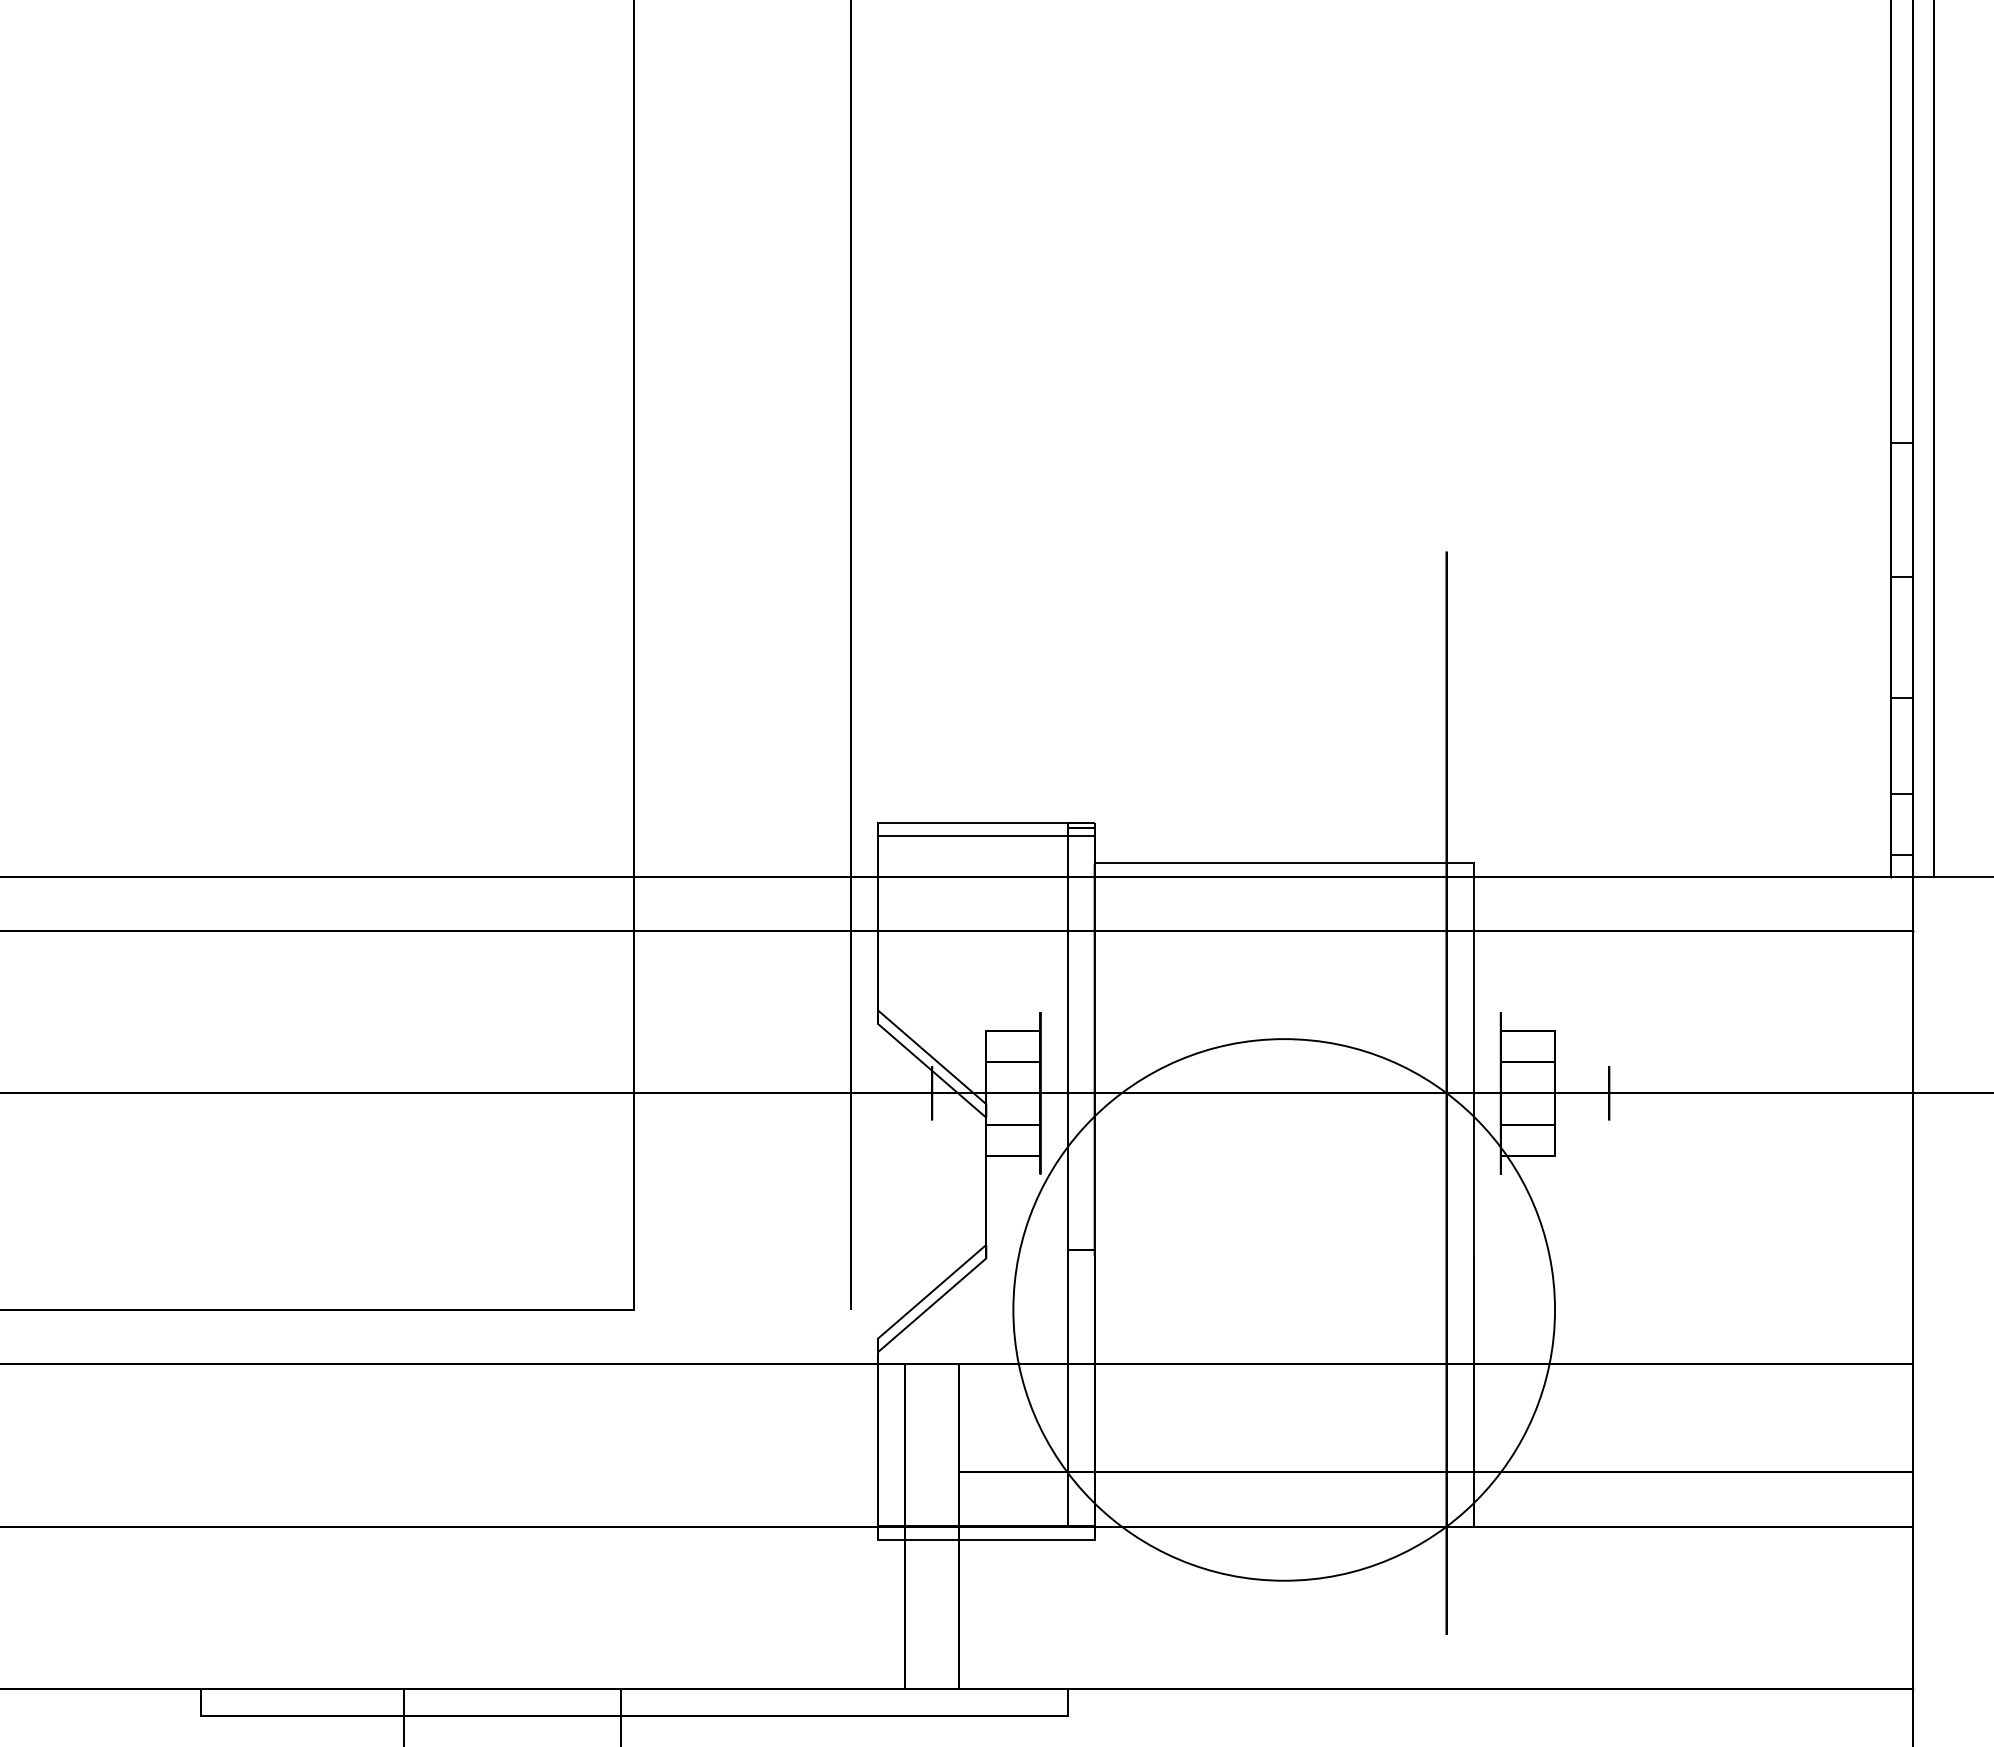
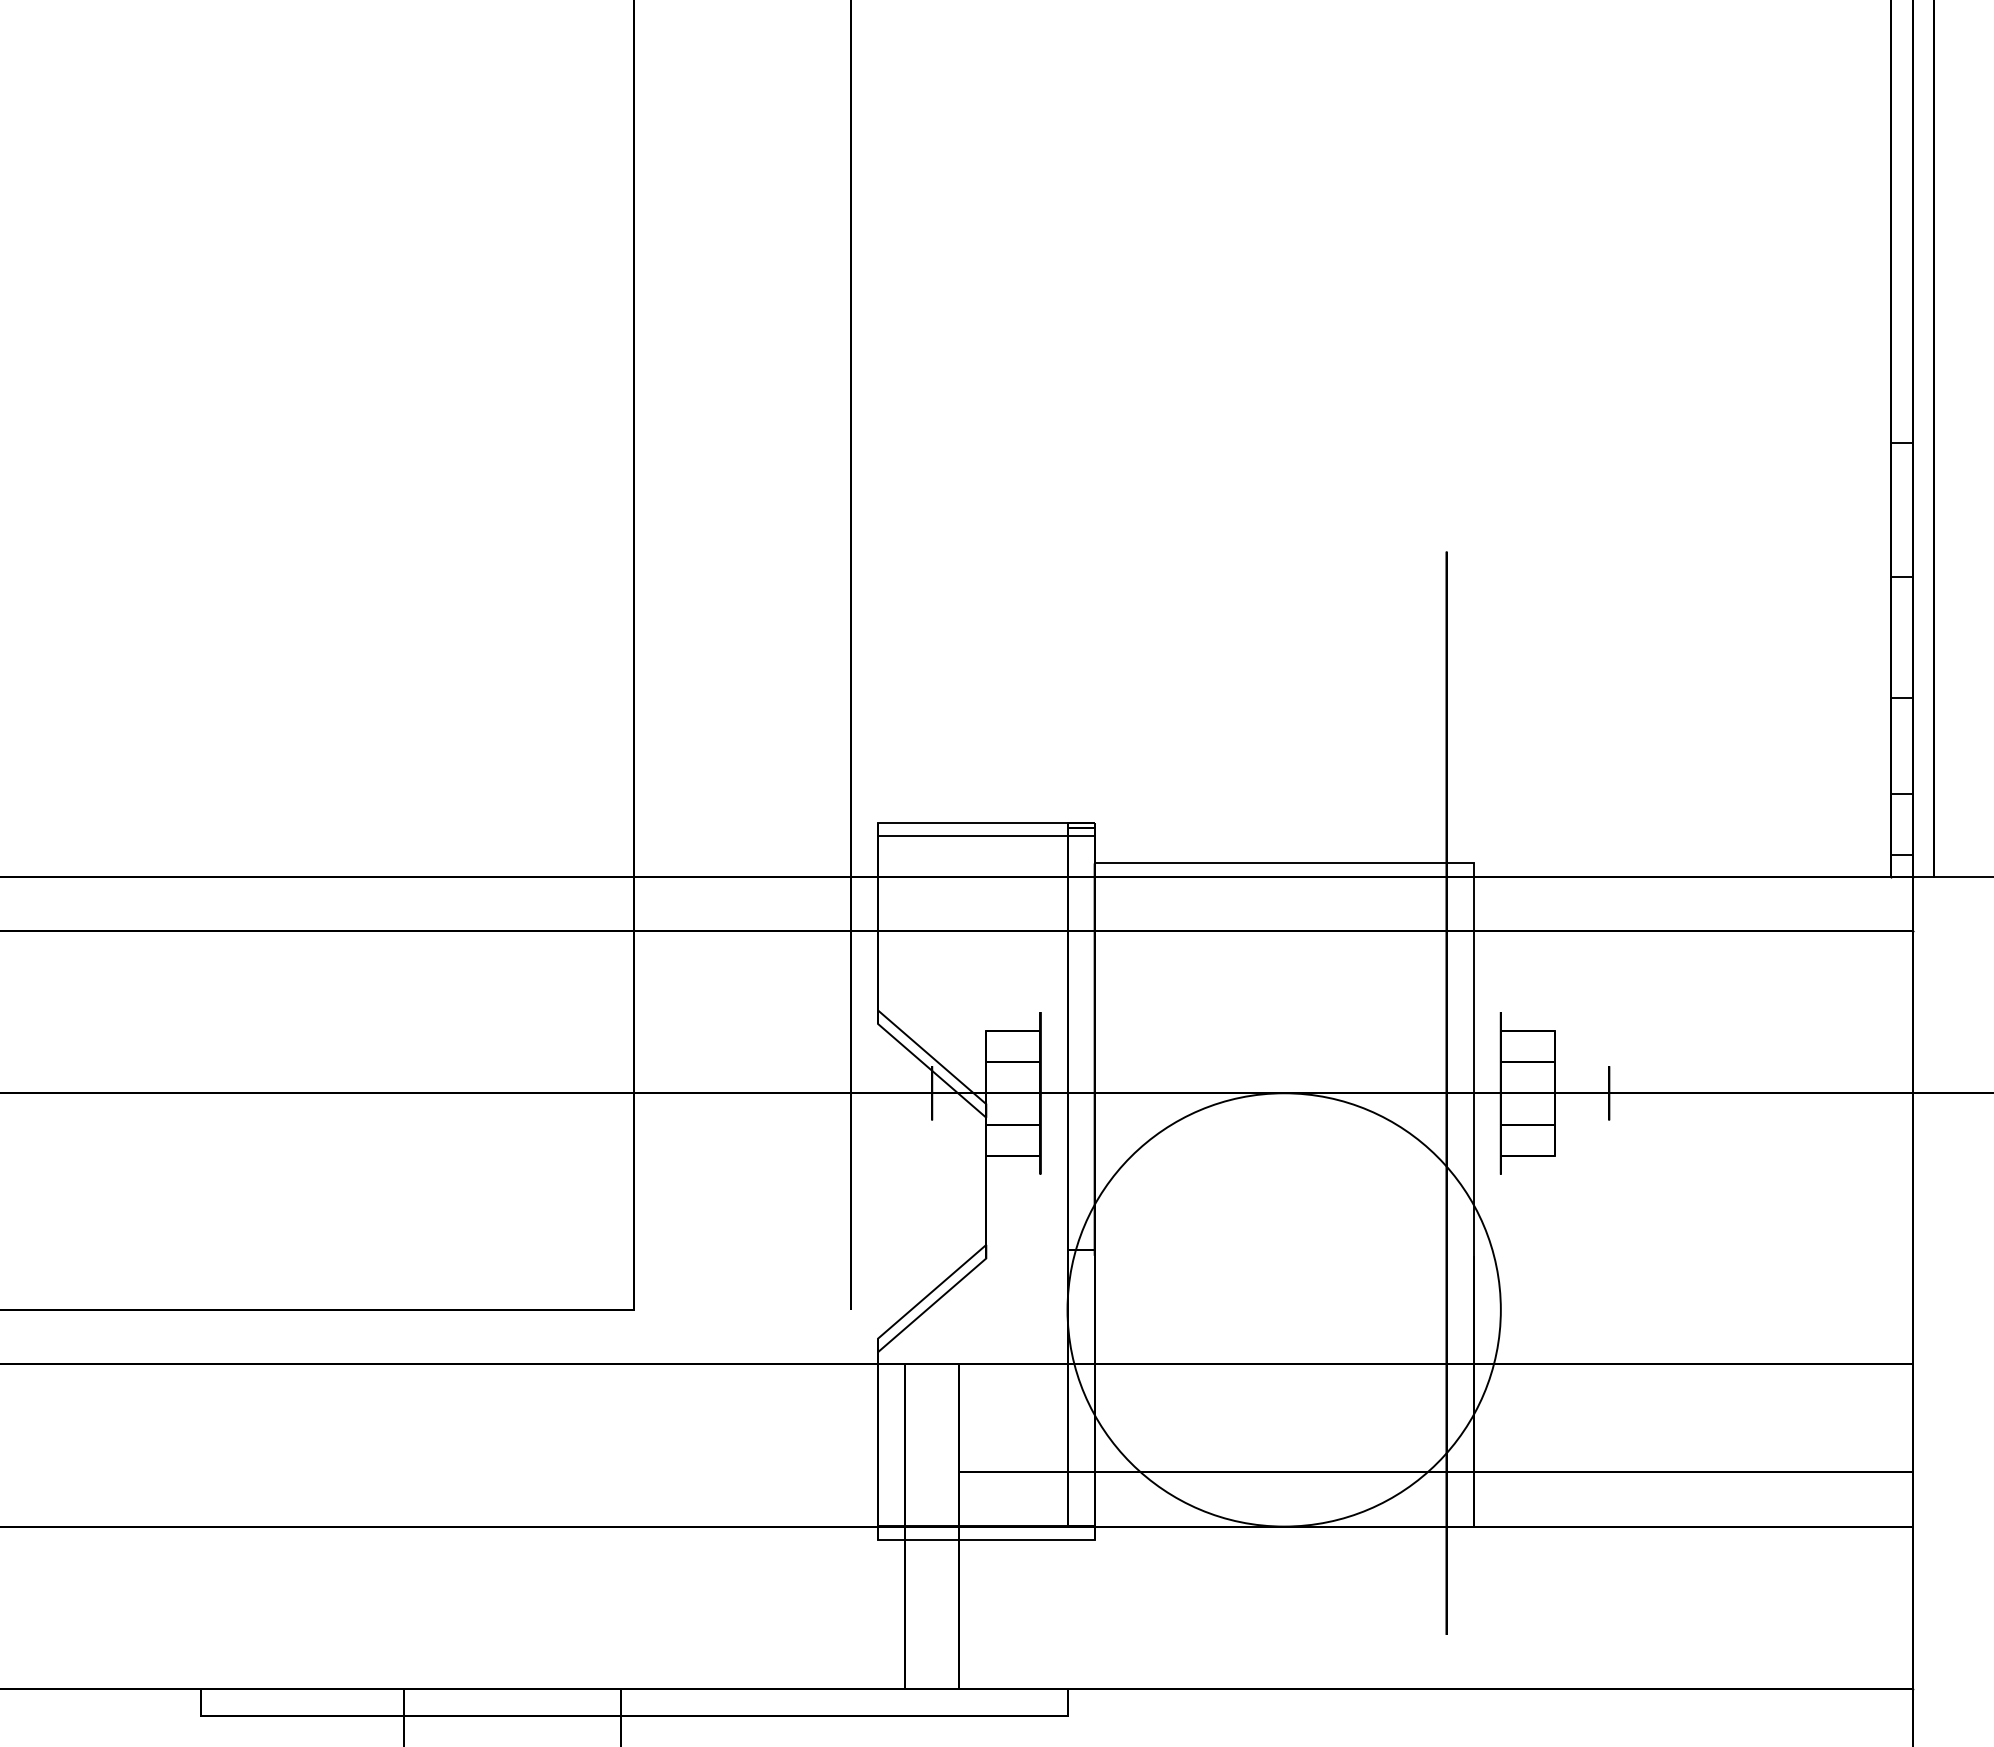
circle at (1284, 1309) diameter: 542 px -> 433 px
